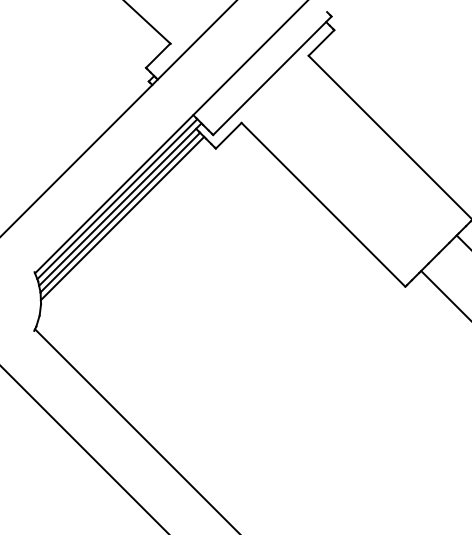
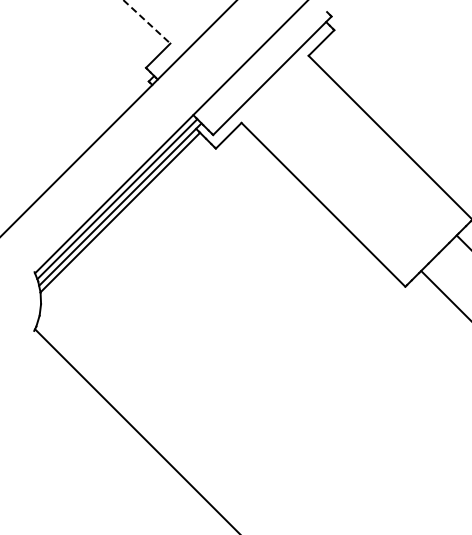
line at (147, 22): solid -> dashed
line at (122, 218): present -> none
line at (84, 449): present -> none
